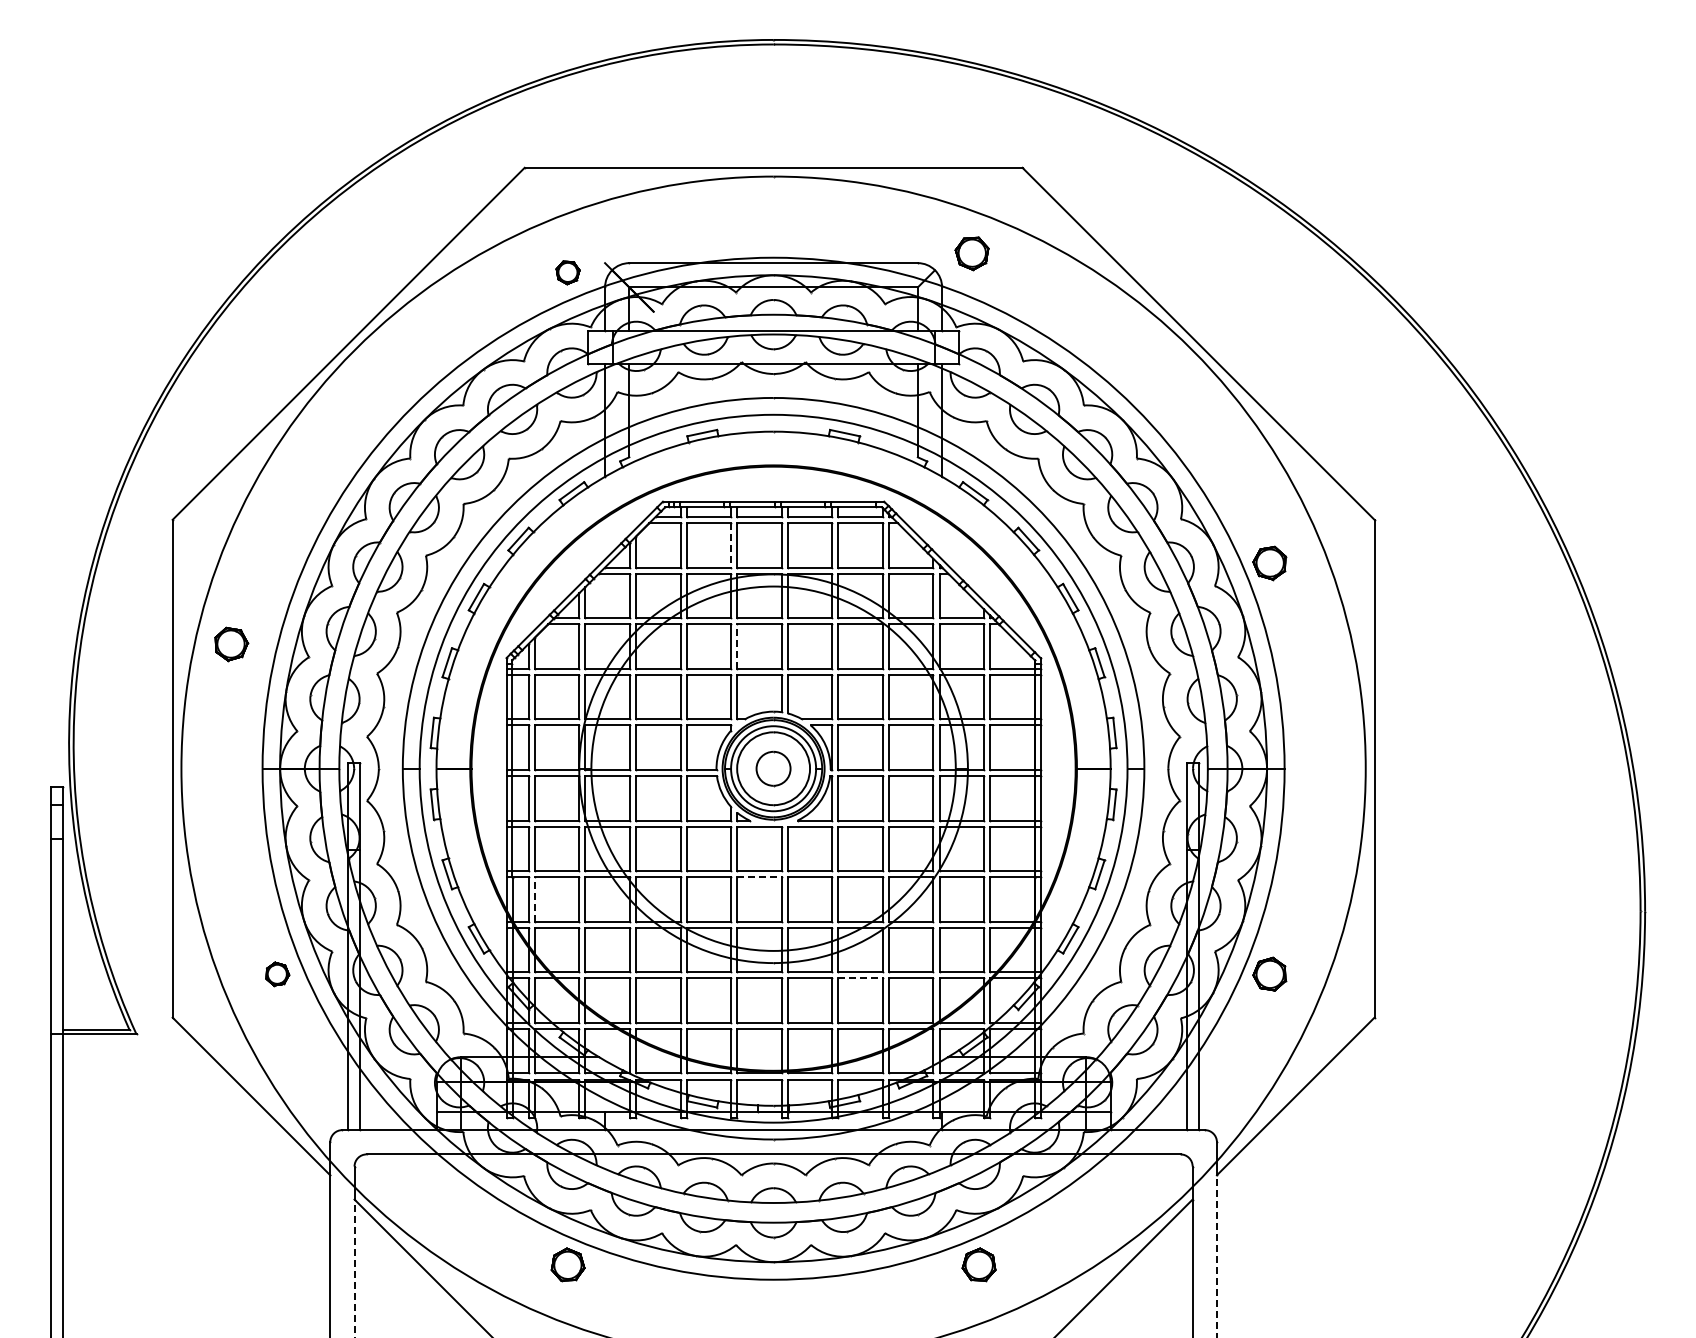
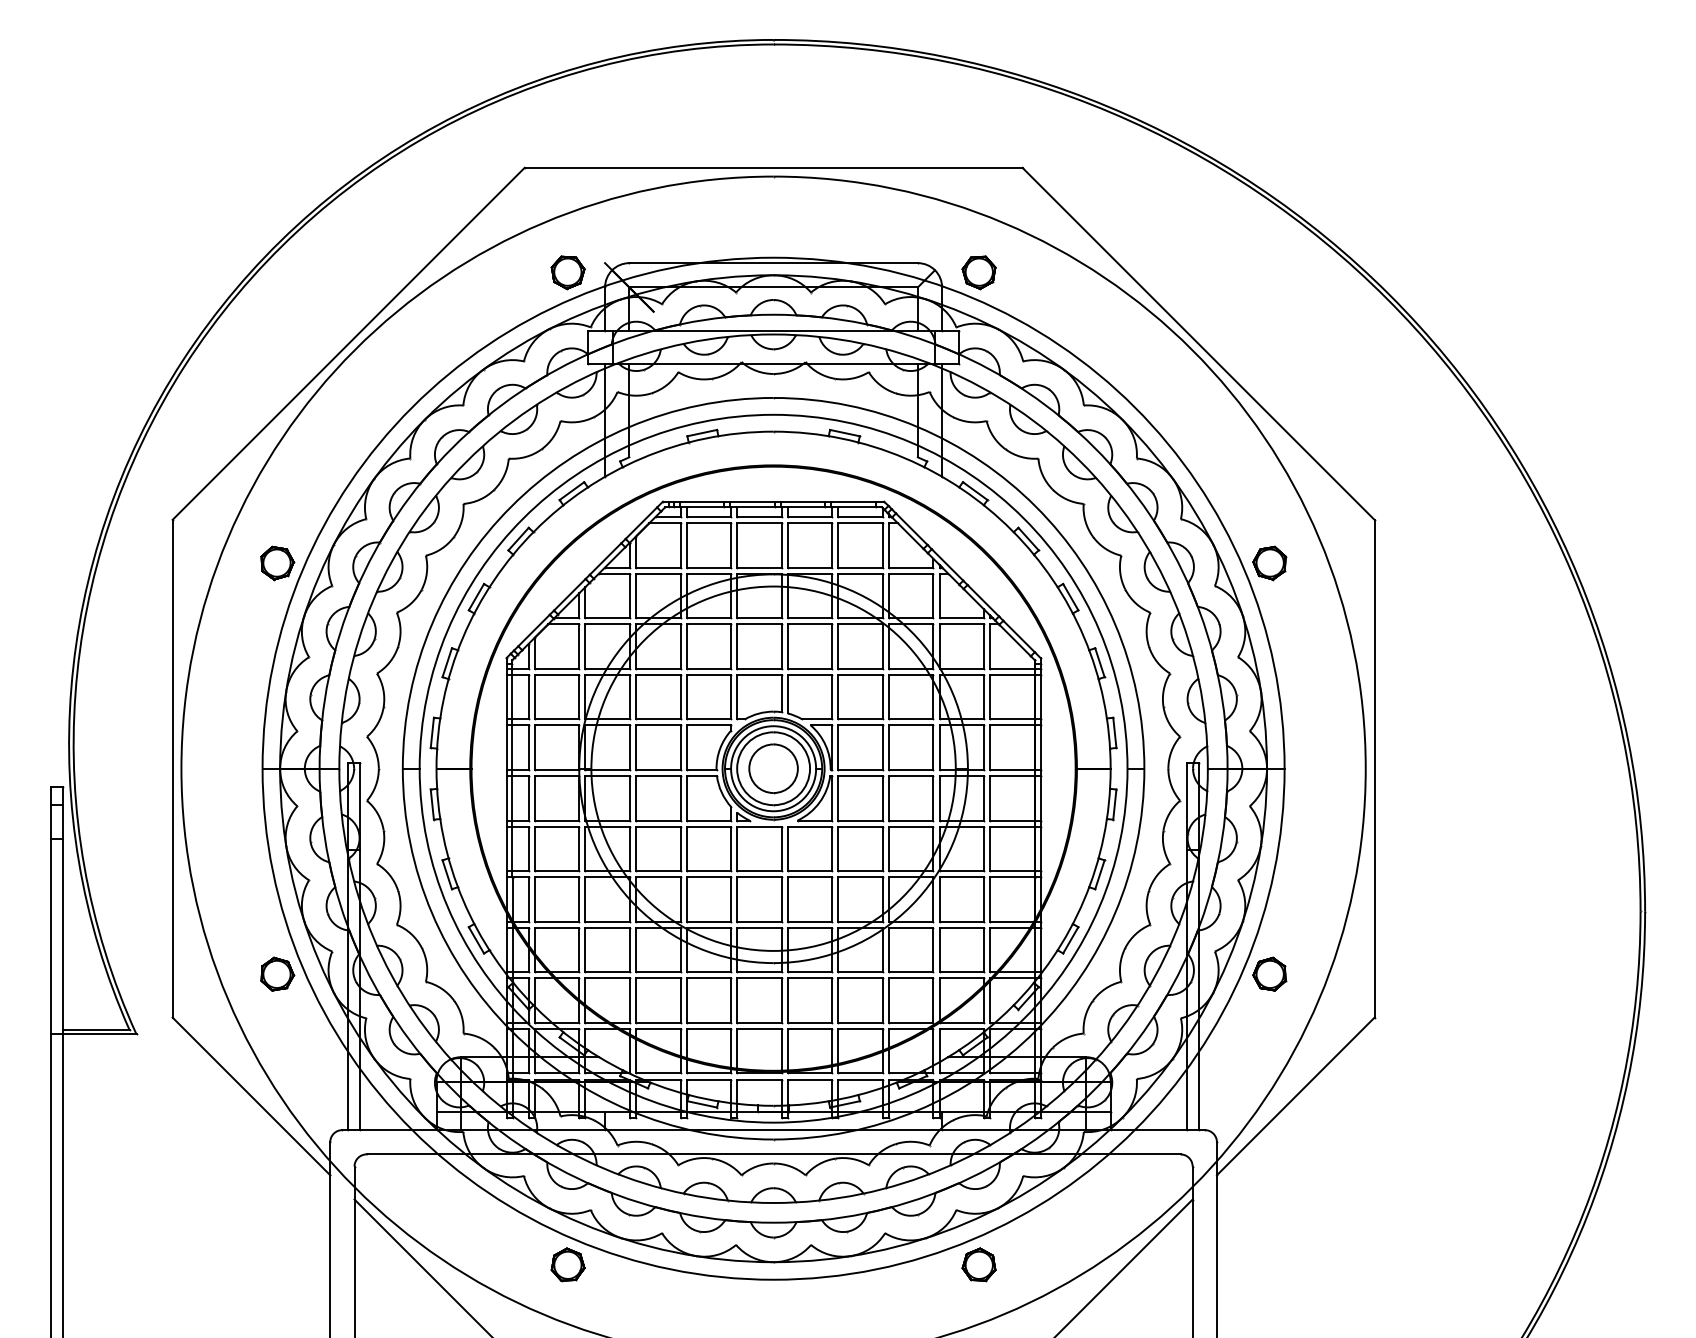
part at (971, 253) position: (971, 253) -> (978, 272)
part at (567, 272) size: 26x26 px -> 36x36 px
line at (731, 545): dashed -> solid
part at (231, 644) position: (231, 644) -> (277, 563)
line at (737, 645): dashed -> solid
part at (773, 768) size: 37x38 px -> 51x52 px
line at (759, 877): dashed -> solid
line at (534, 898): dashed -> solid
part at (277, 974) size: 26x27 px -> 36x36 px
line at (861, 978): dashed -> solid
line at (1216, 1256): dashed -> solid
line at (354, 1268): dashed -> solid
